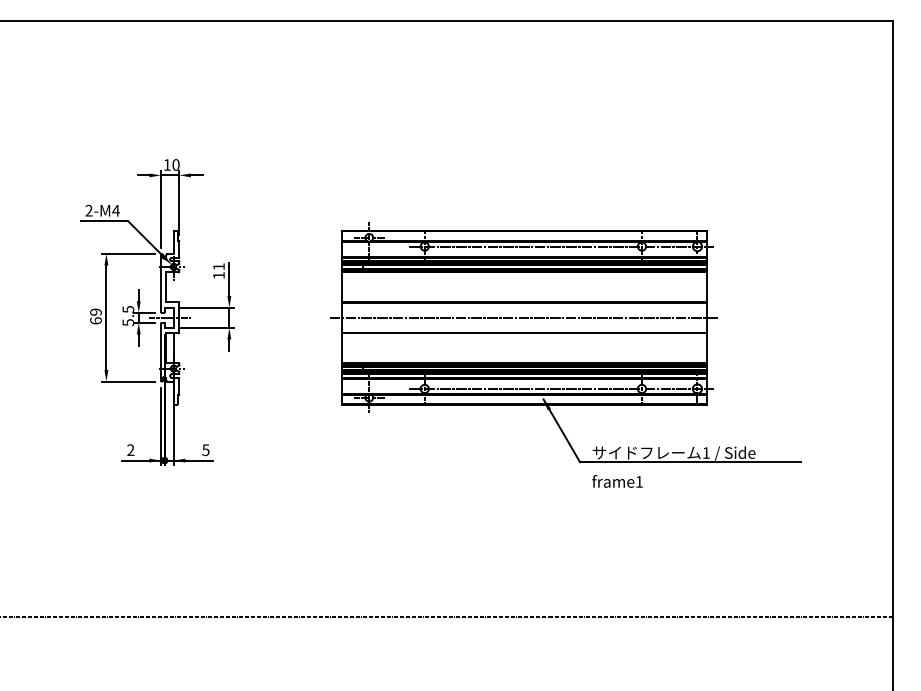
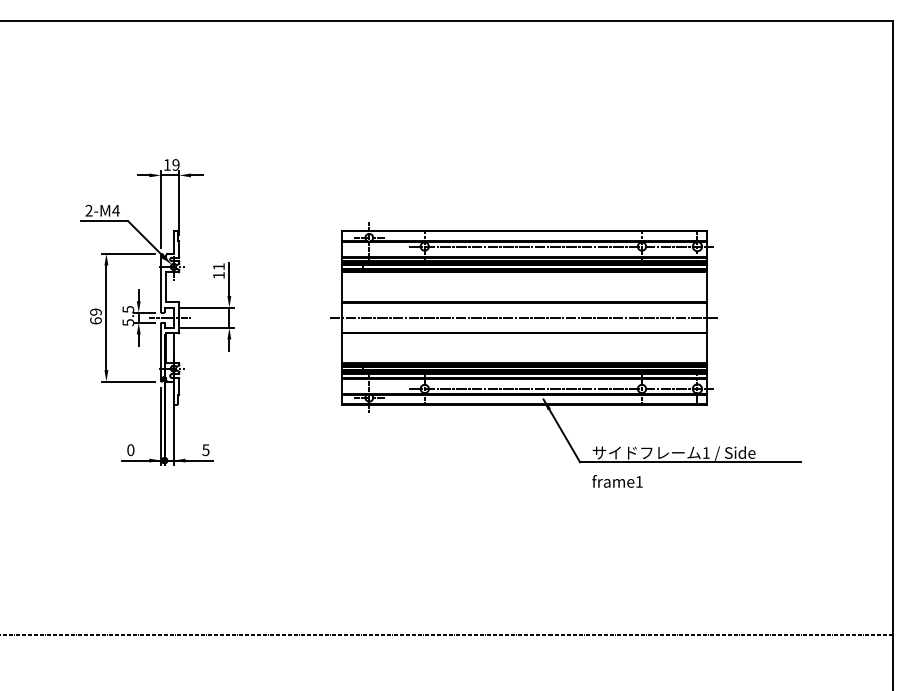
text at (175, 164): 10 -> 19
text at (130, 450): 2 -> 0
line at (447, 616) position: (447, 616) -> (447, 634)
